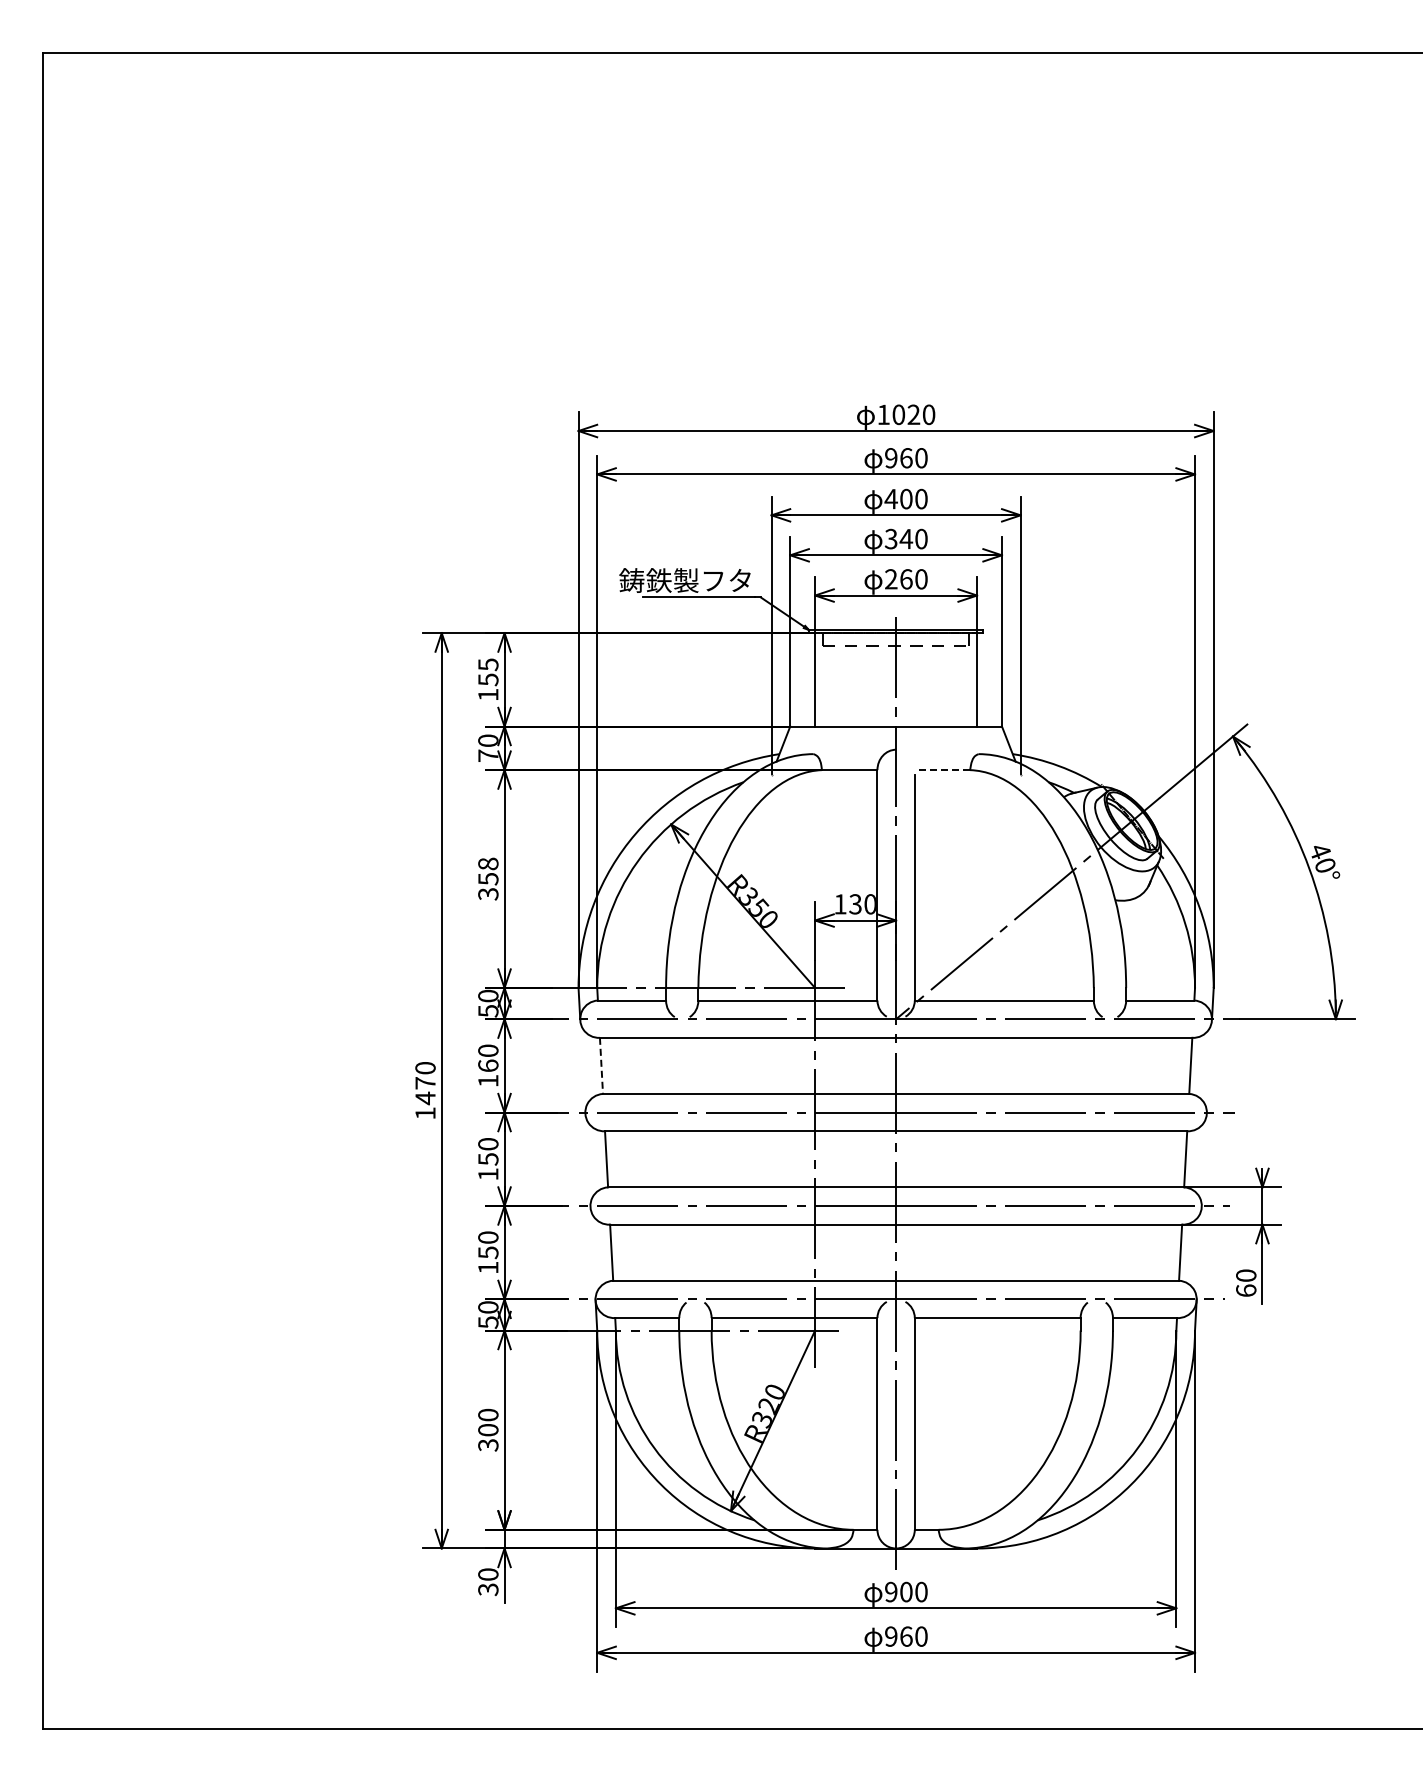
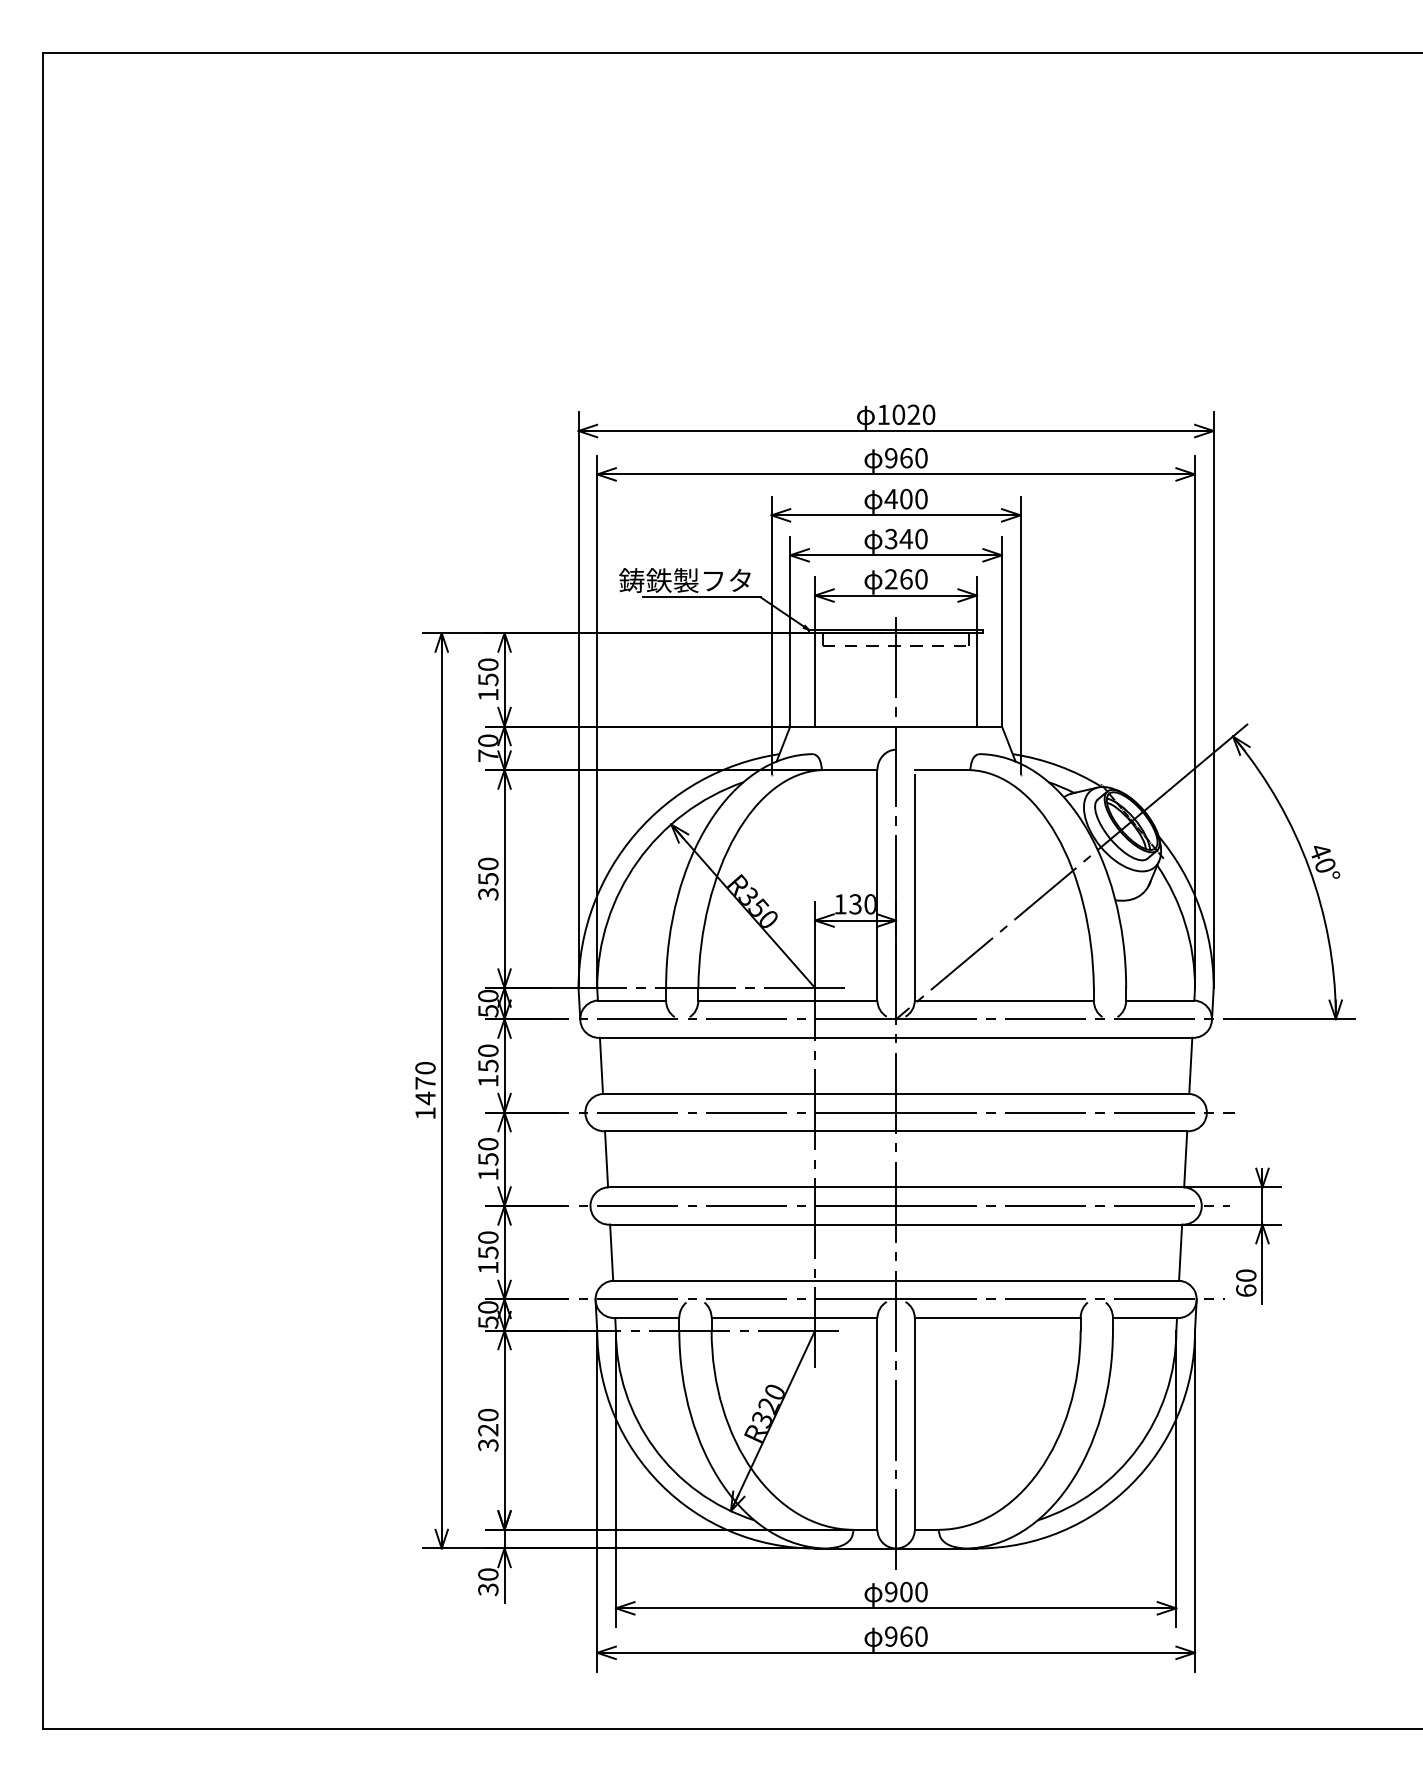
text at (488, 664): 155 -> 150
line at (942, 770): dashed -> solid
text at (488, 863): 358 -> 350
text at (488, 1065): 160 -> 150
line at (601, 1066): dashed -> solid
text at (488, 1430): 300 -> 320
